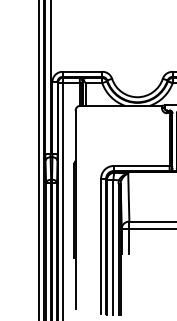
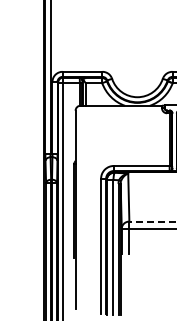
line at (39, 159): present -> none
line at (152, 221): solid -> dashed
